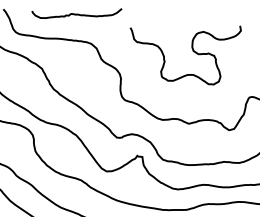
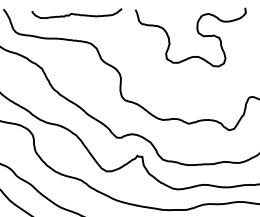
curve at (192, 51) position: (192, 51) -> (197, 33)
